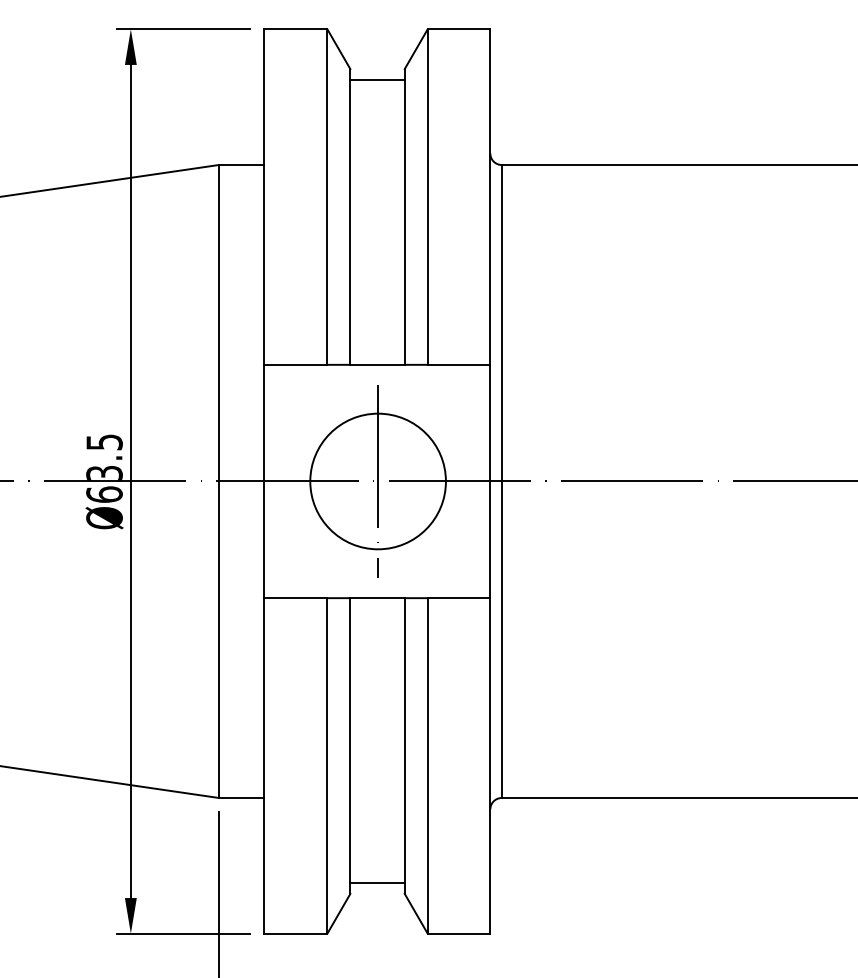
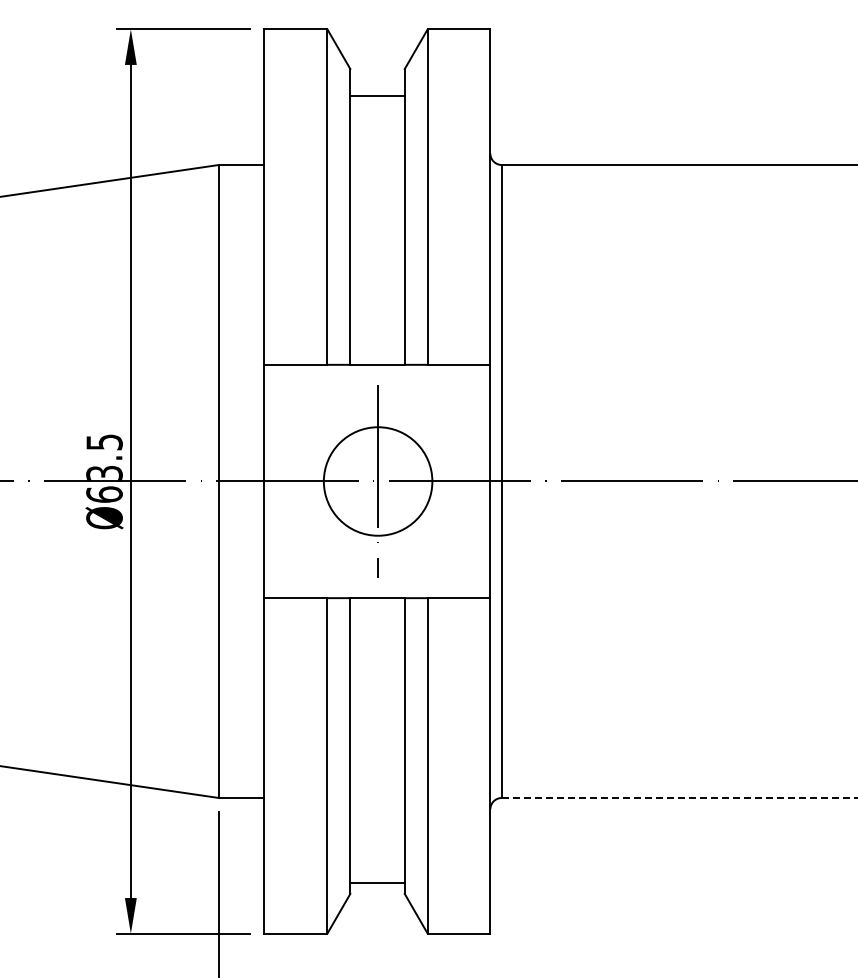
line at (377, 80) position: (377, 80) -> (377, 96)
circle at (377, 481) diameter: 136 px -> 109 px
line at (679, 798): solid -> dashed
